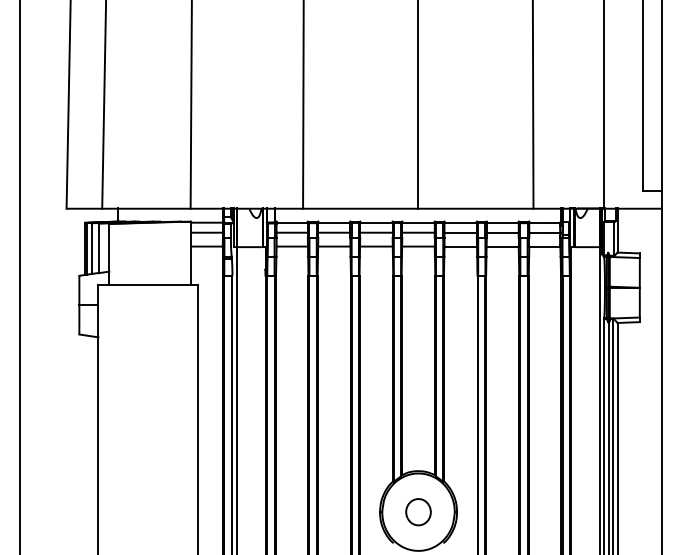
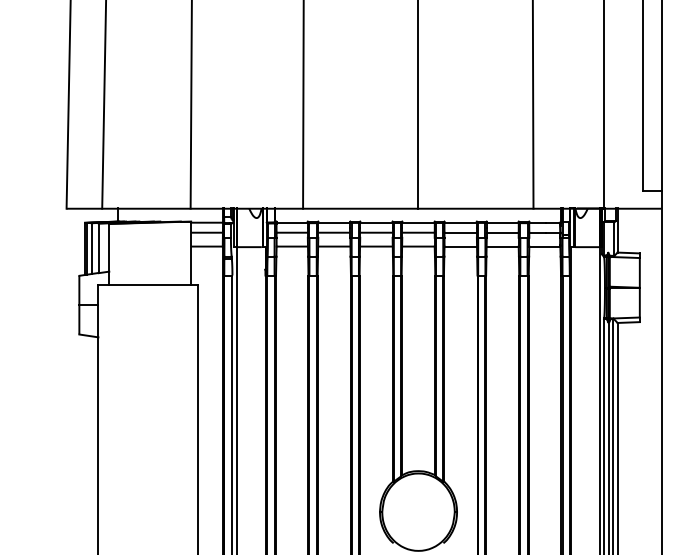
line at (20, 276): present -> none
part at (418, 512): present -> none
